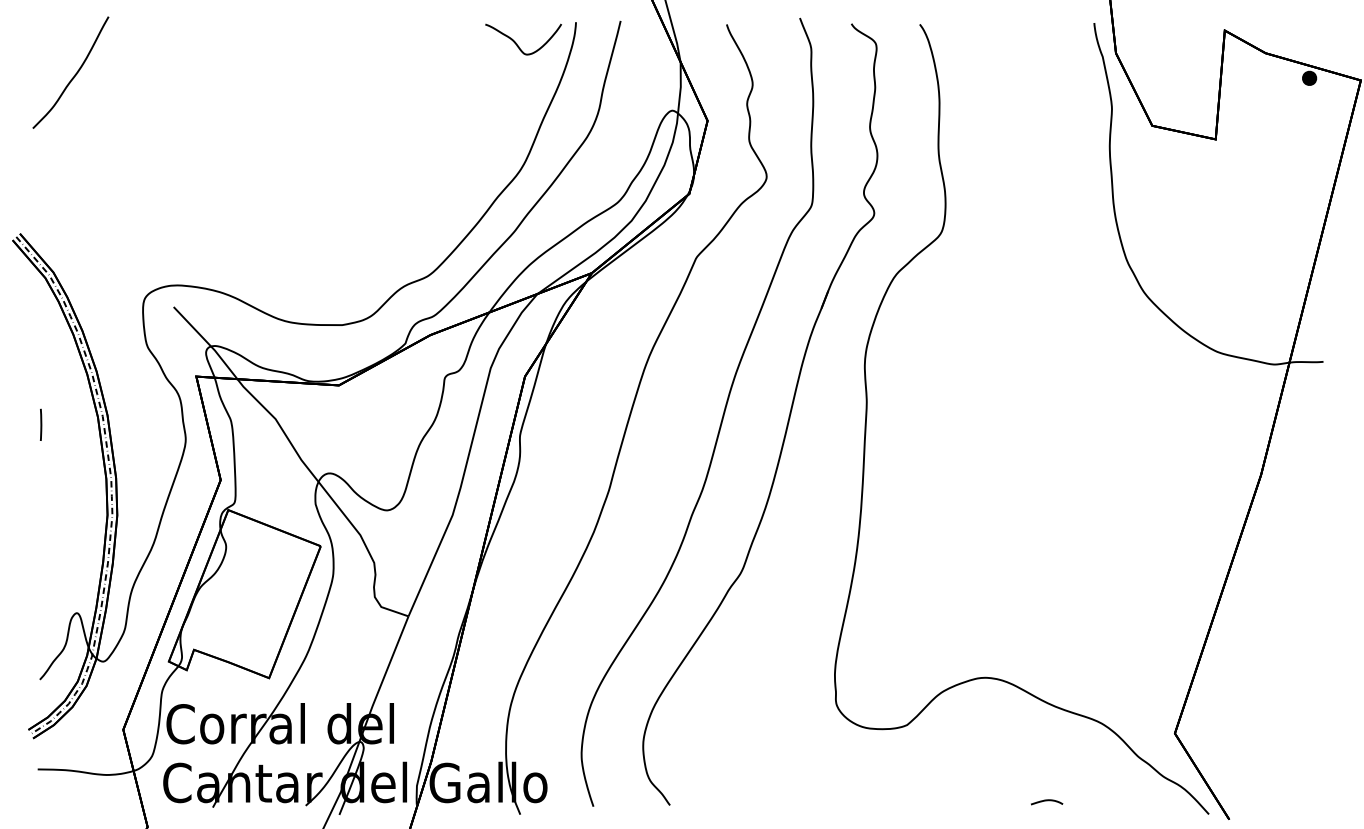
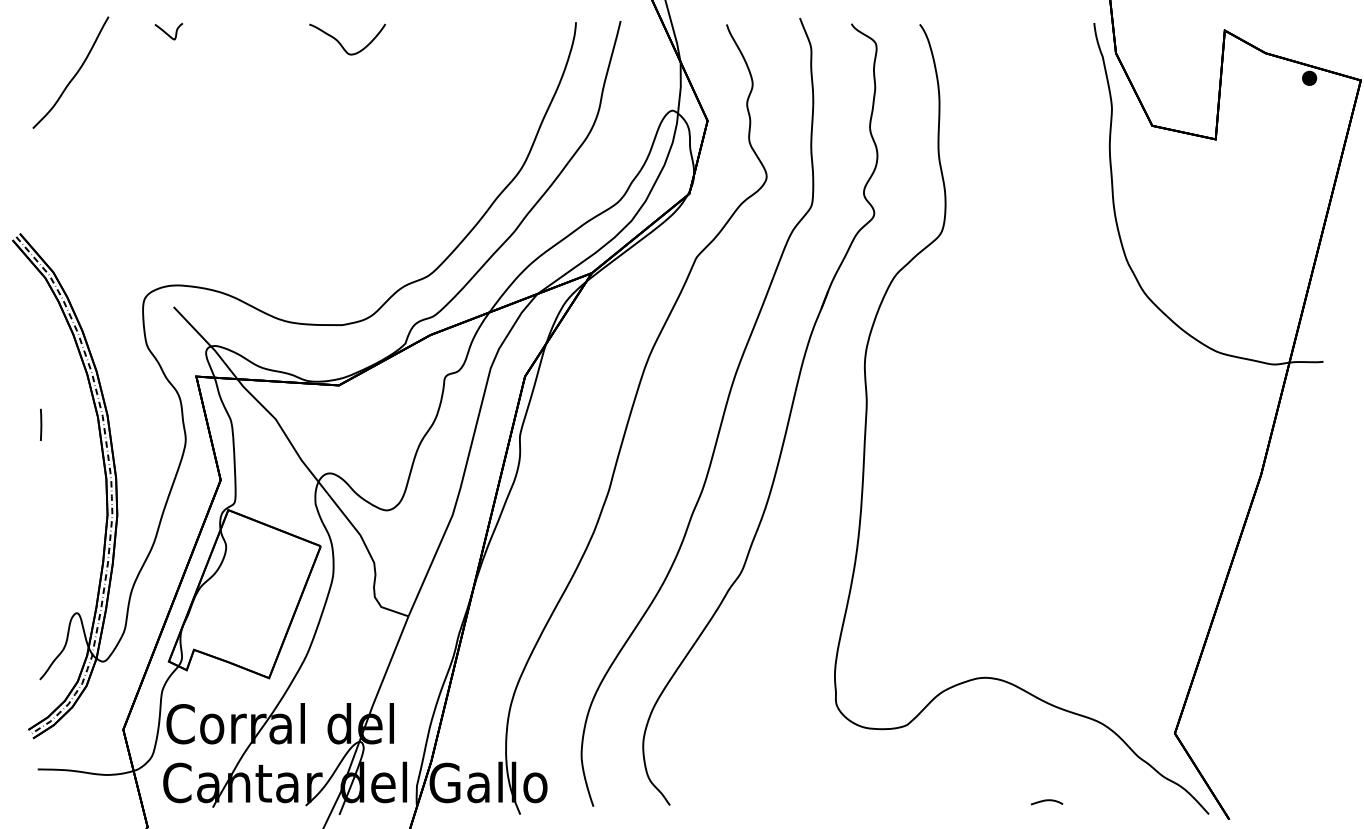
curve at (166, 32): none -> present
curve at (517, 43) position: (517, 43) -> (341, 43)
